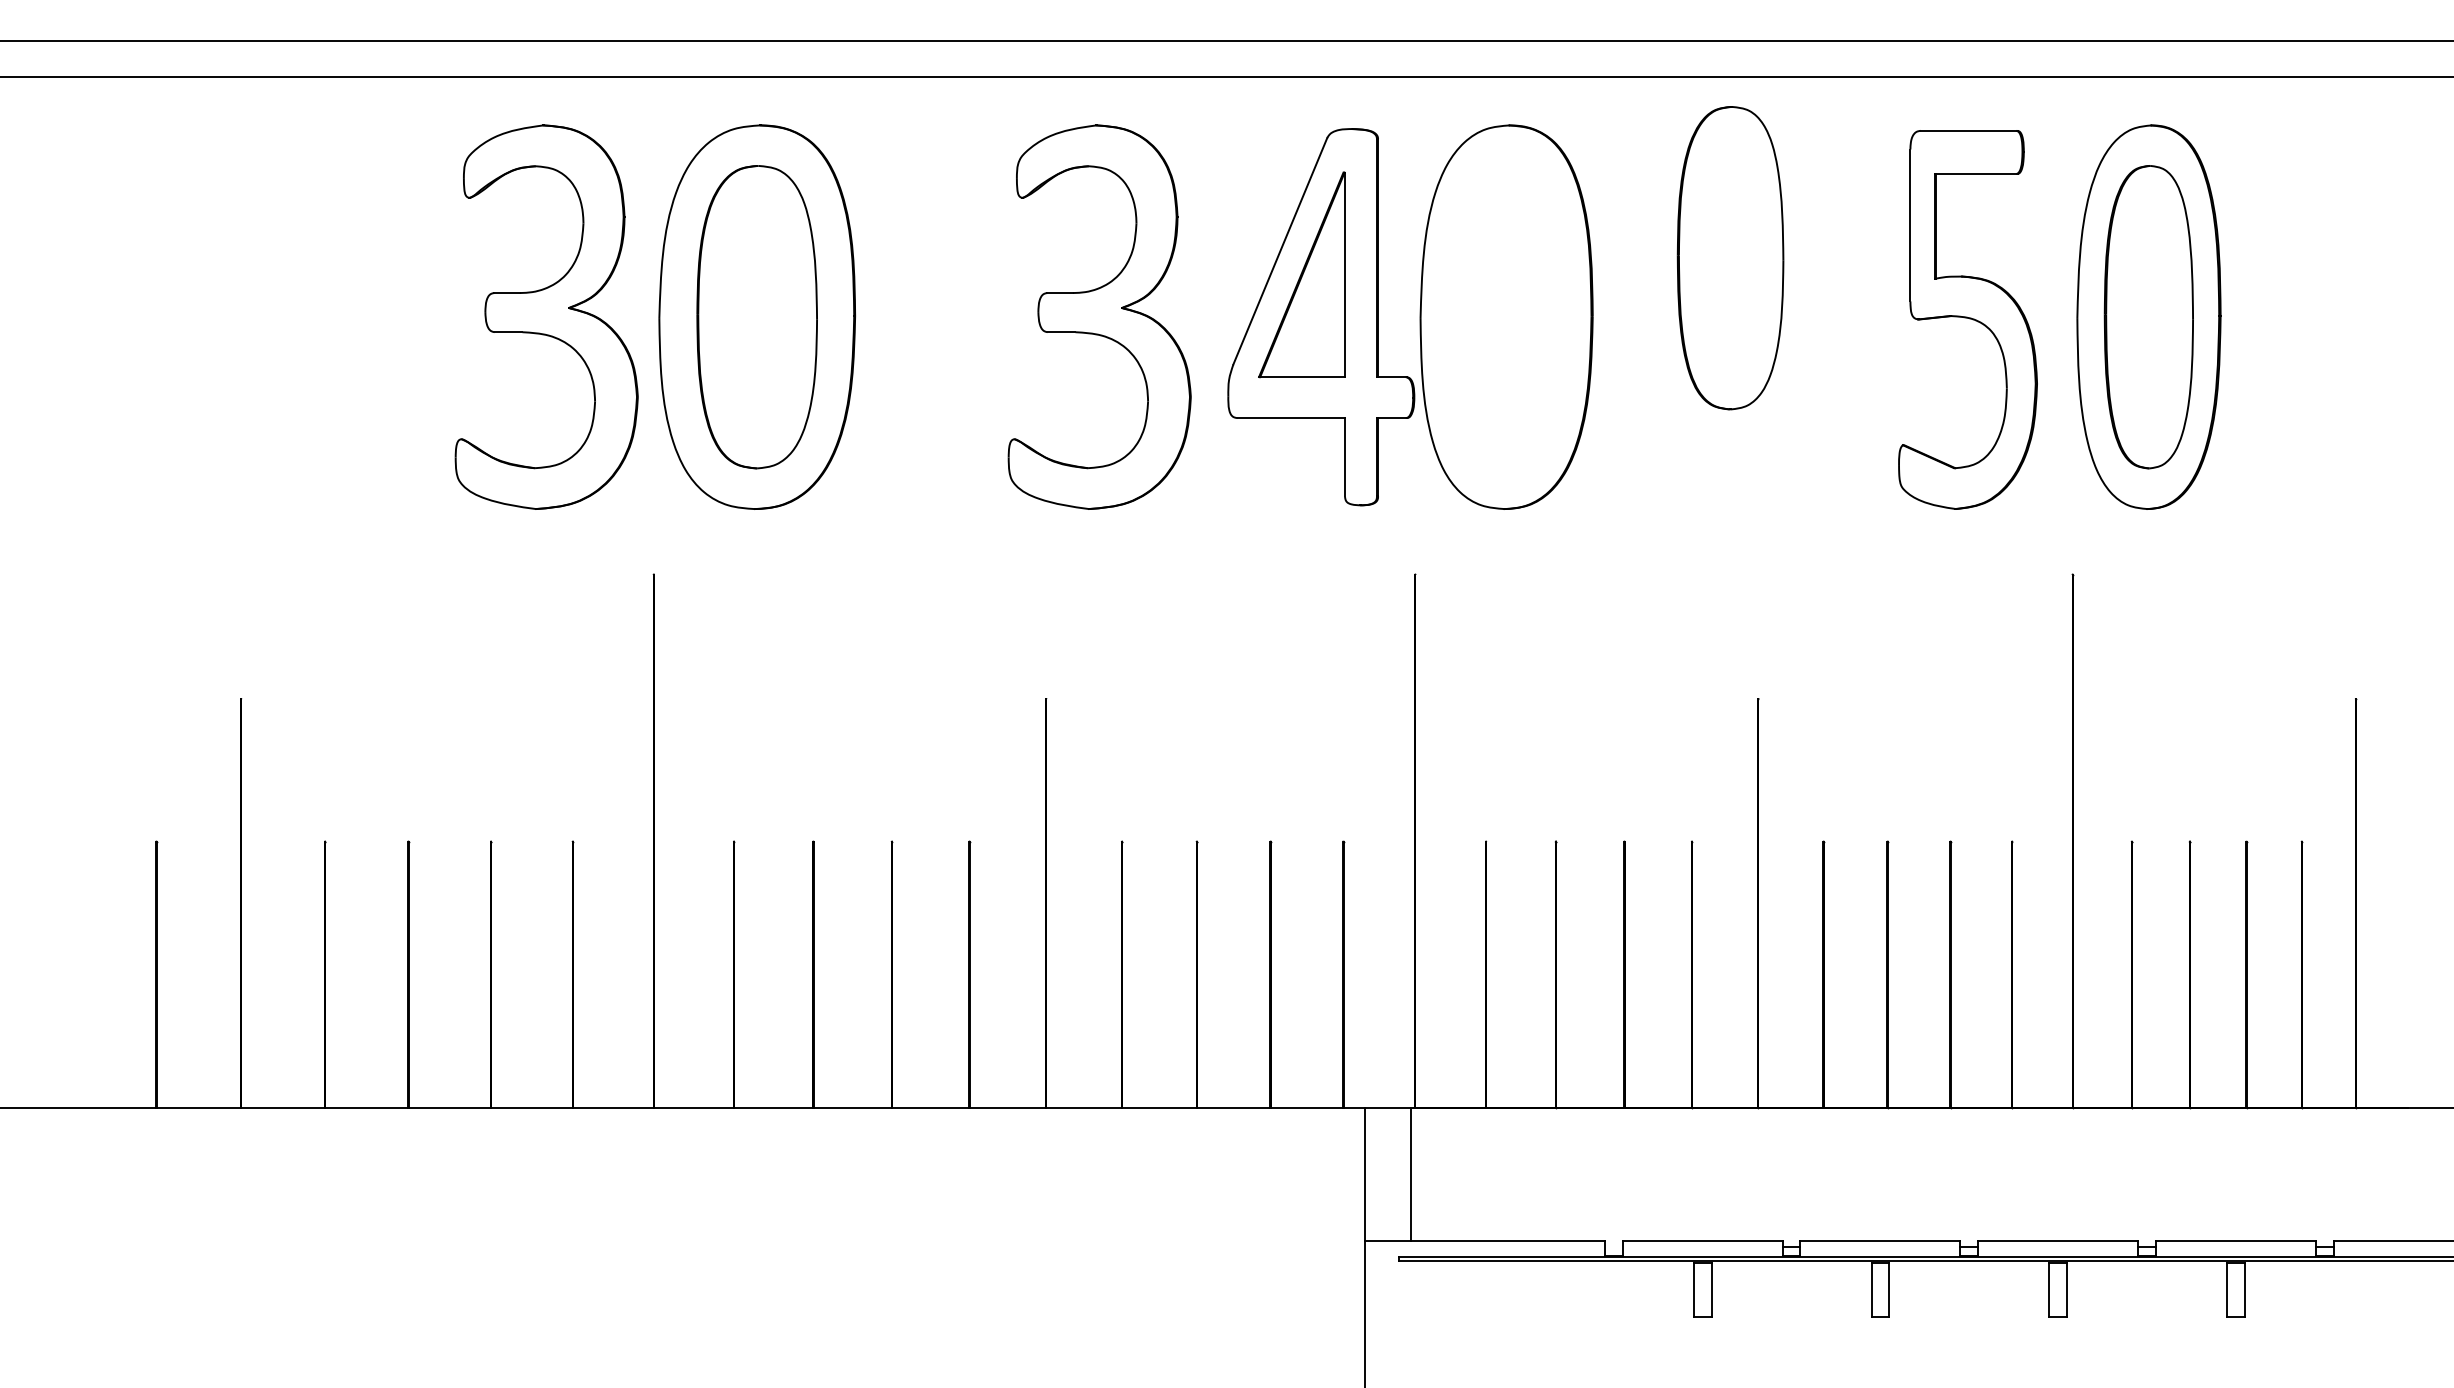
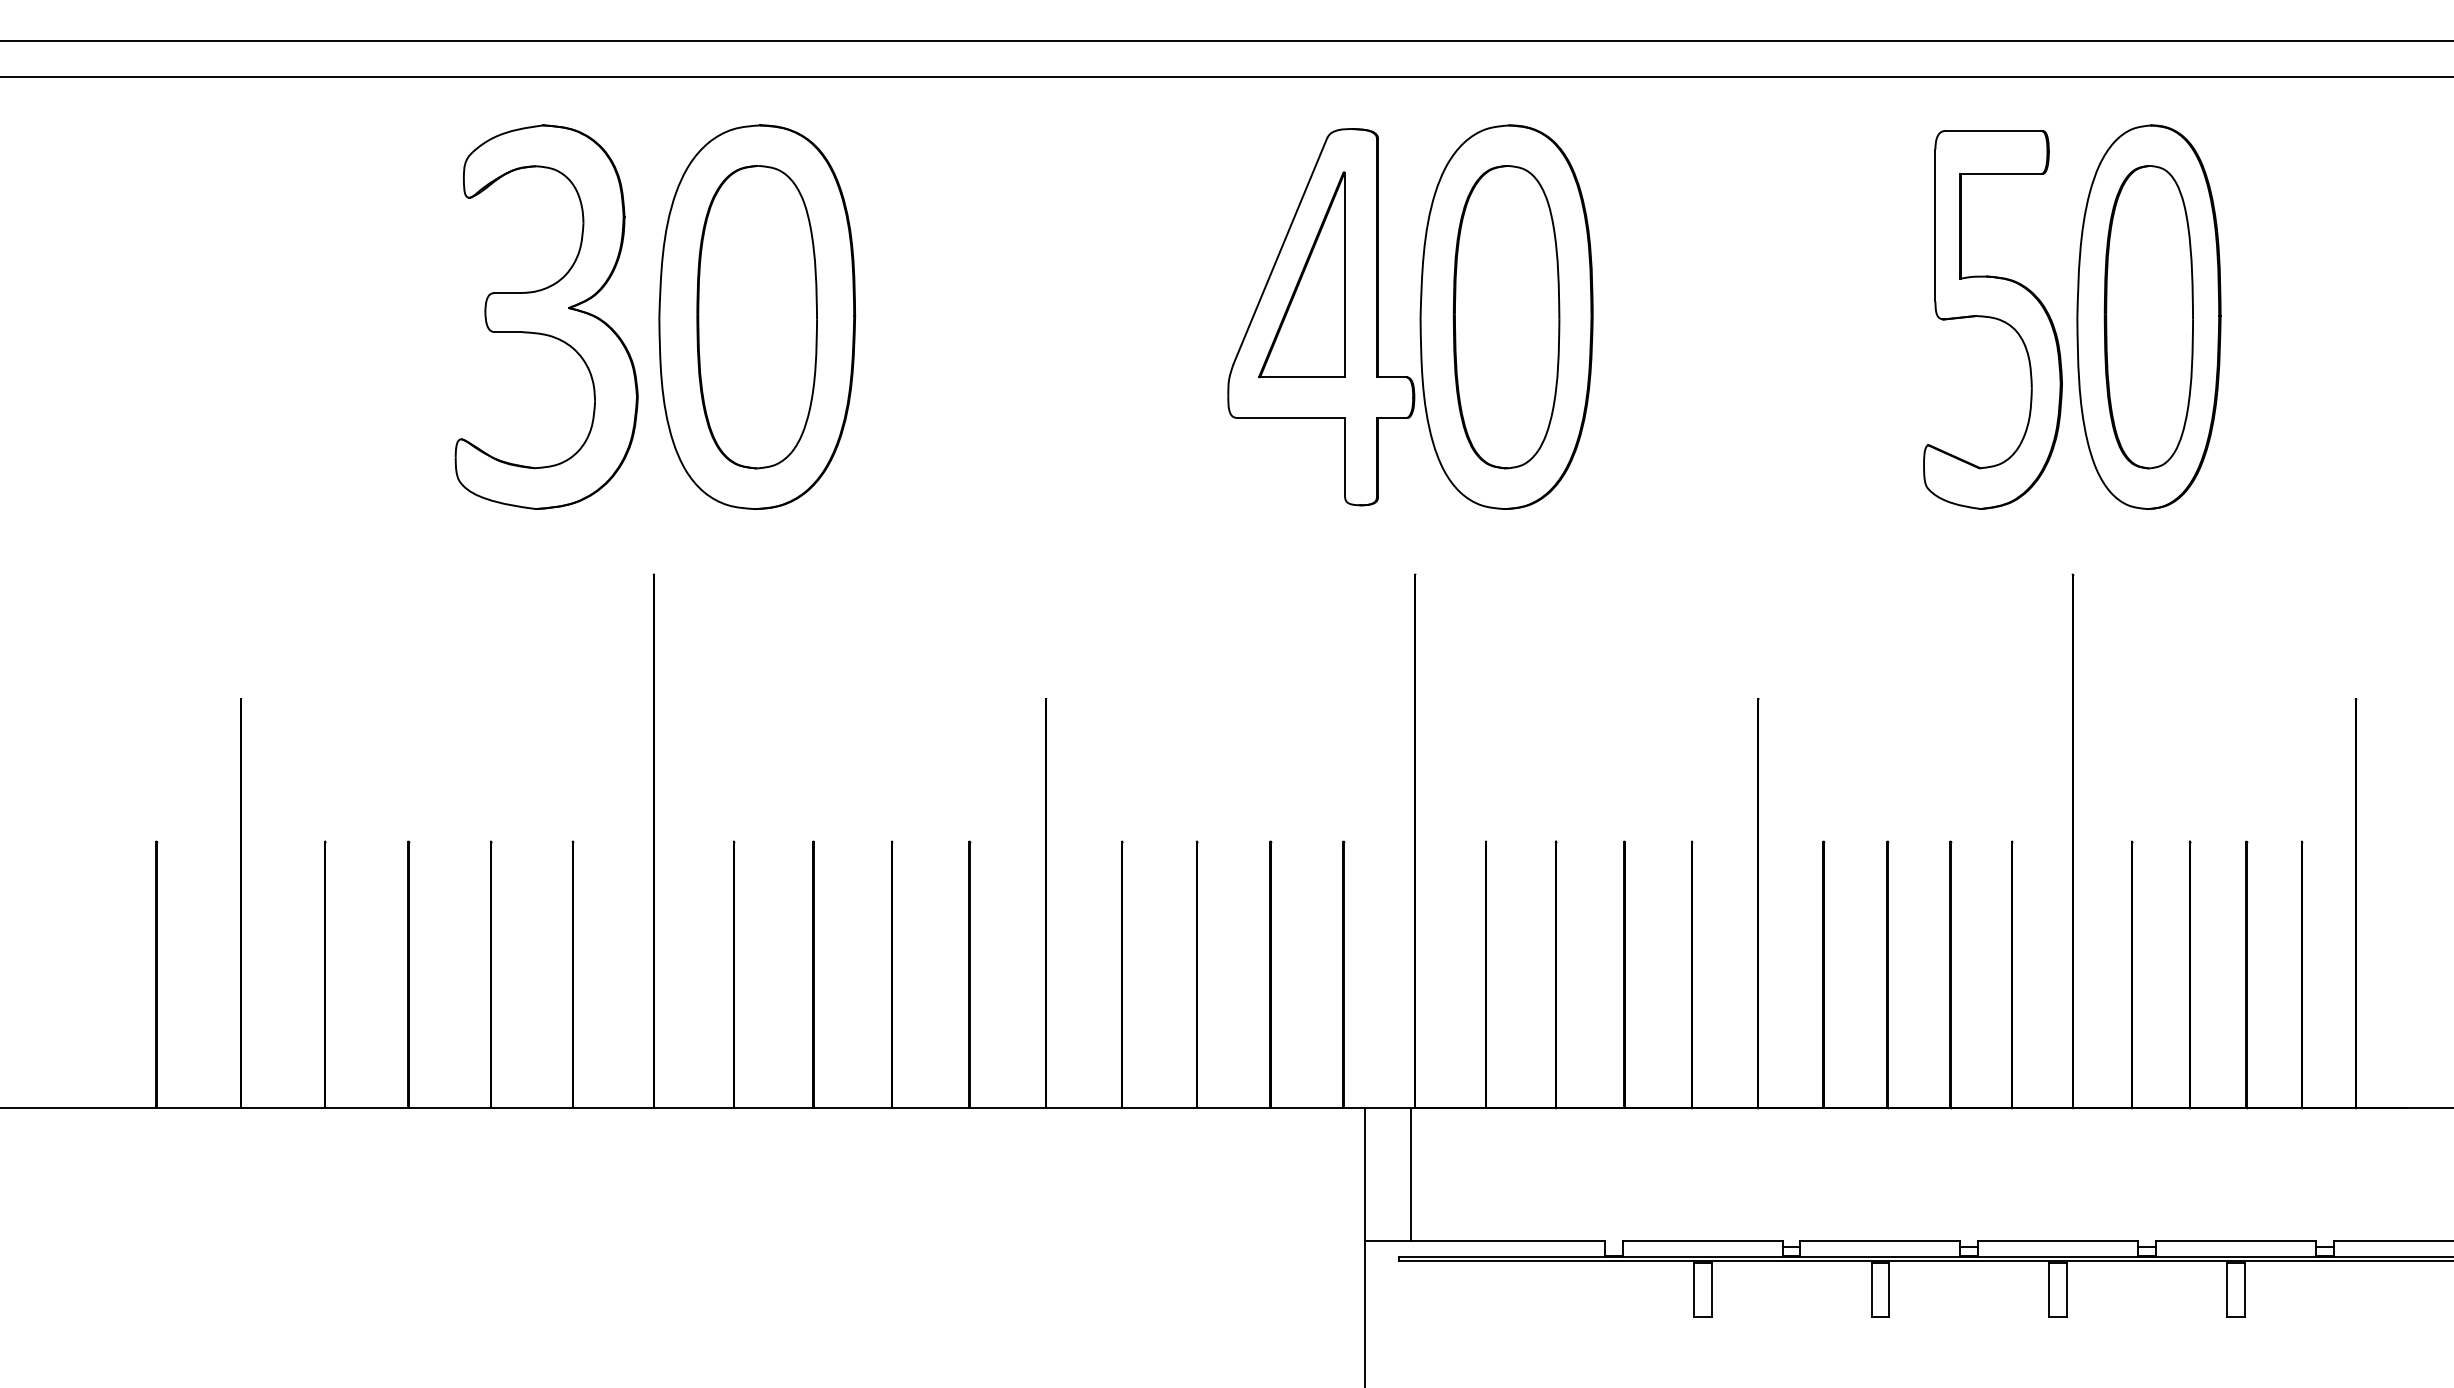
part at (1730, 258) position: (1730, 258) -> (1506, 317)
part at (1099, 316): present -> none
part at (1967, 319) position: (1967, 319) -> (1992, 319)
